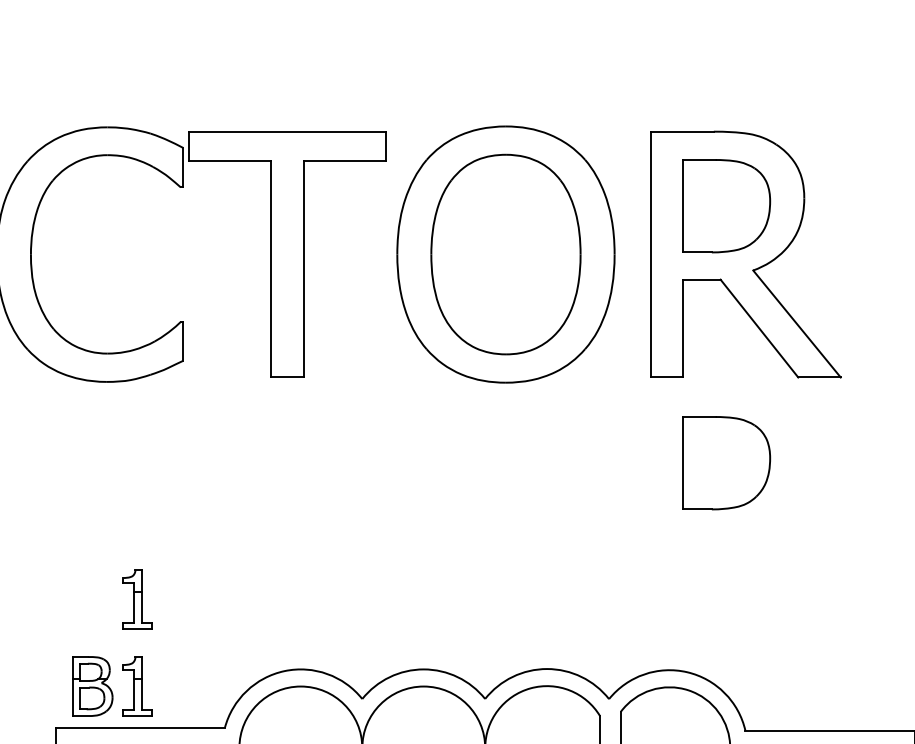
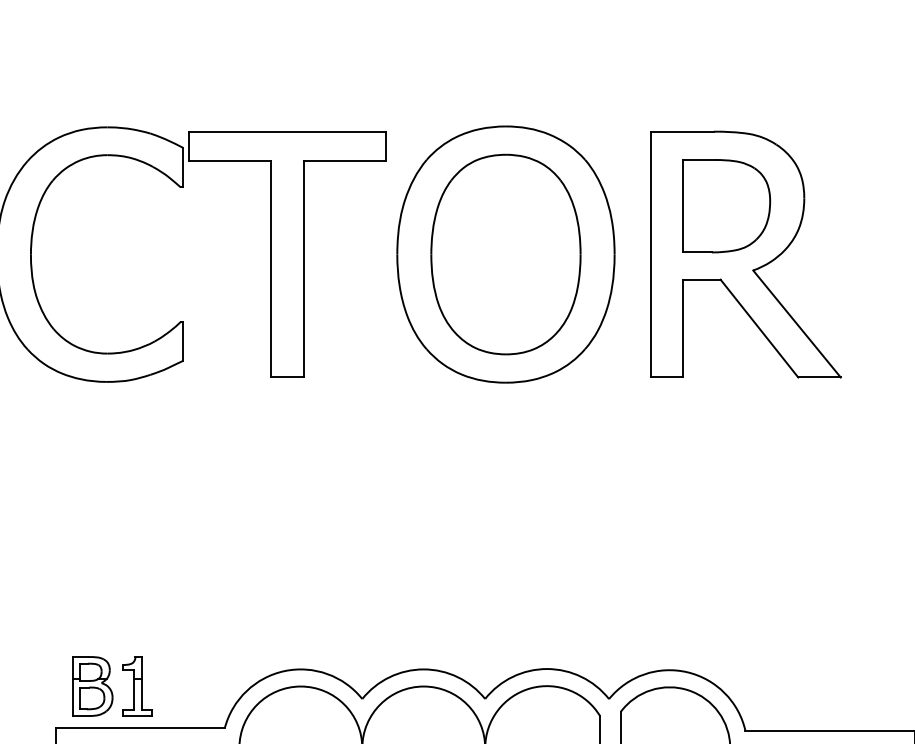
part at (726, 463): present -> none
part at (137, 599): present -> none
